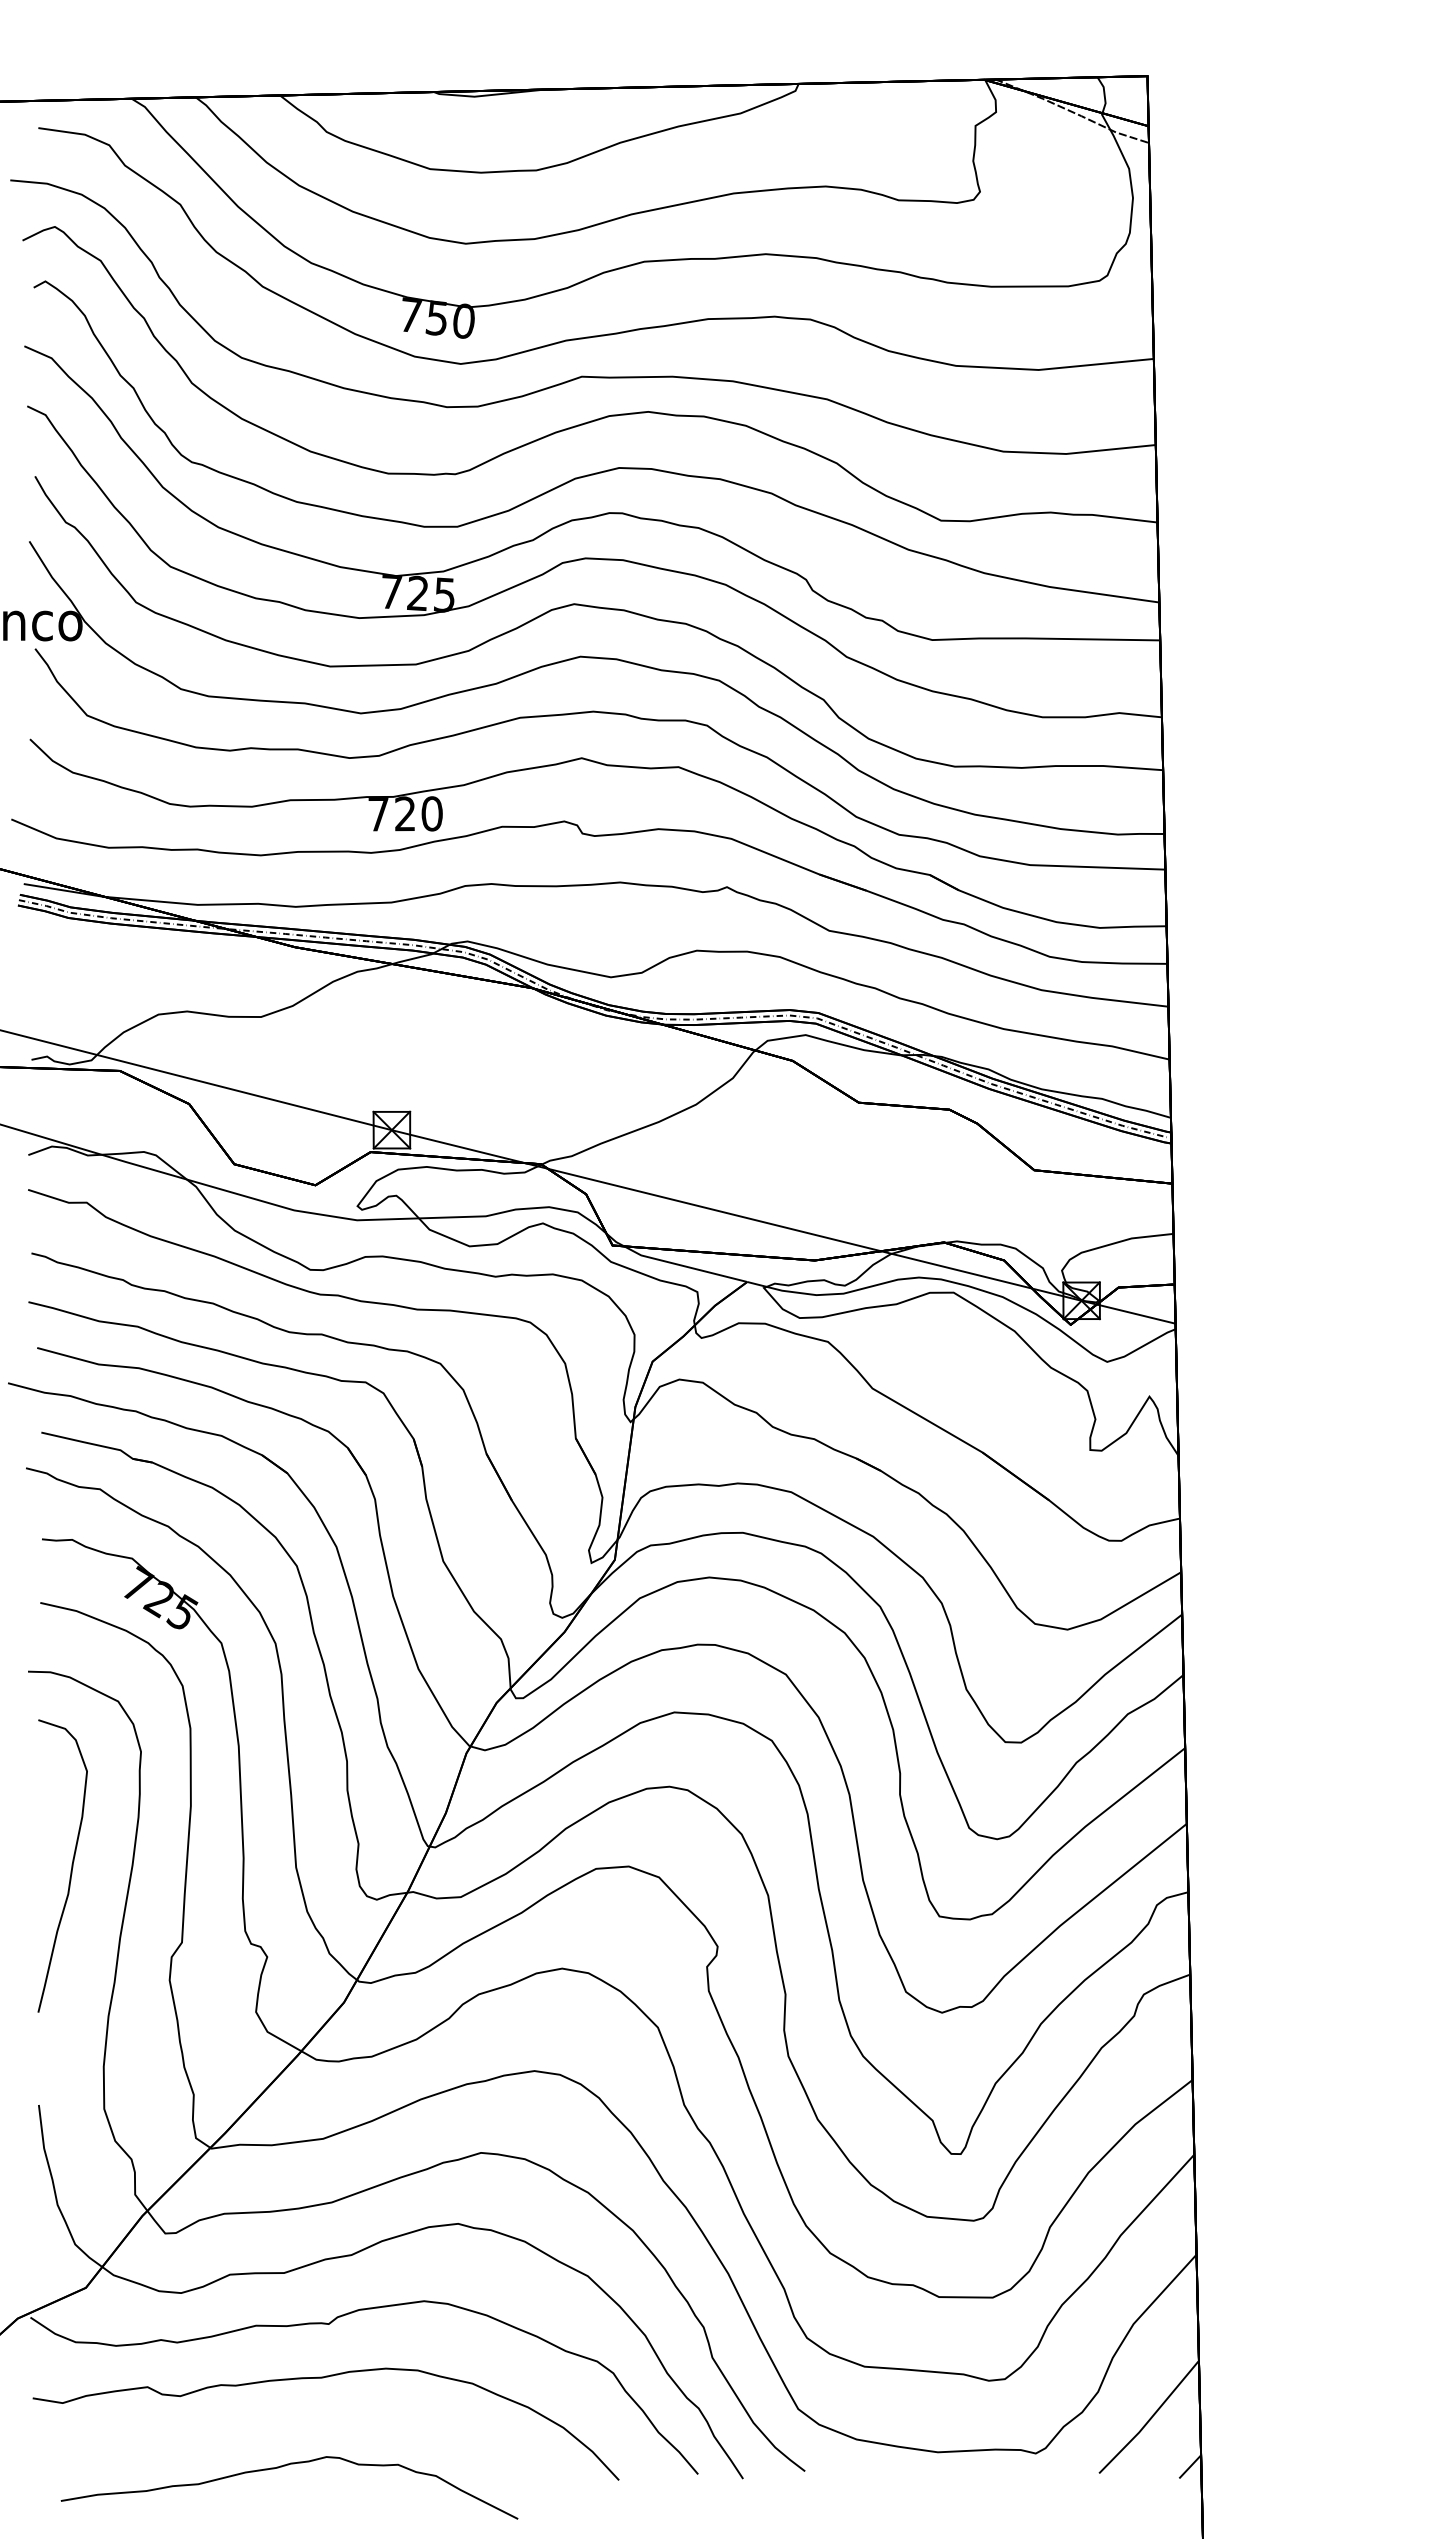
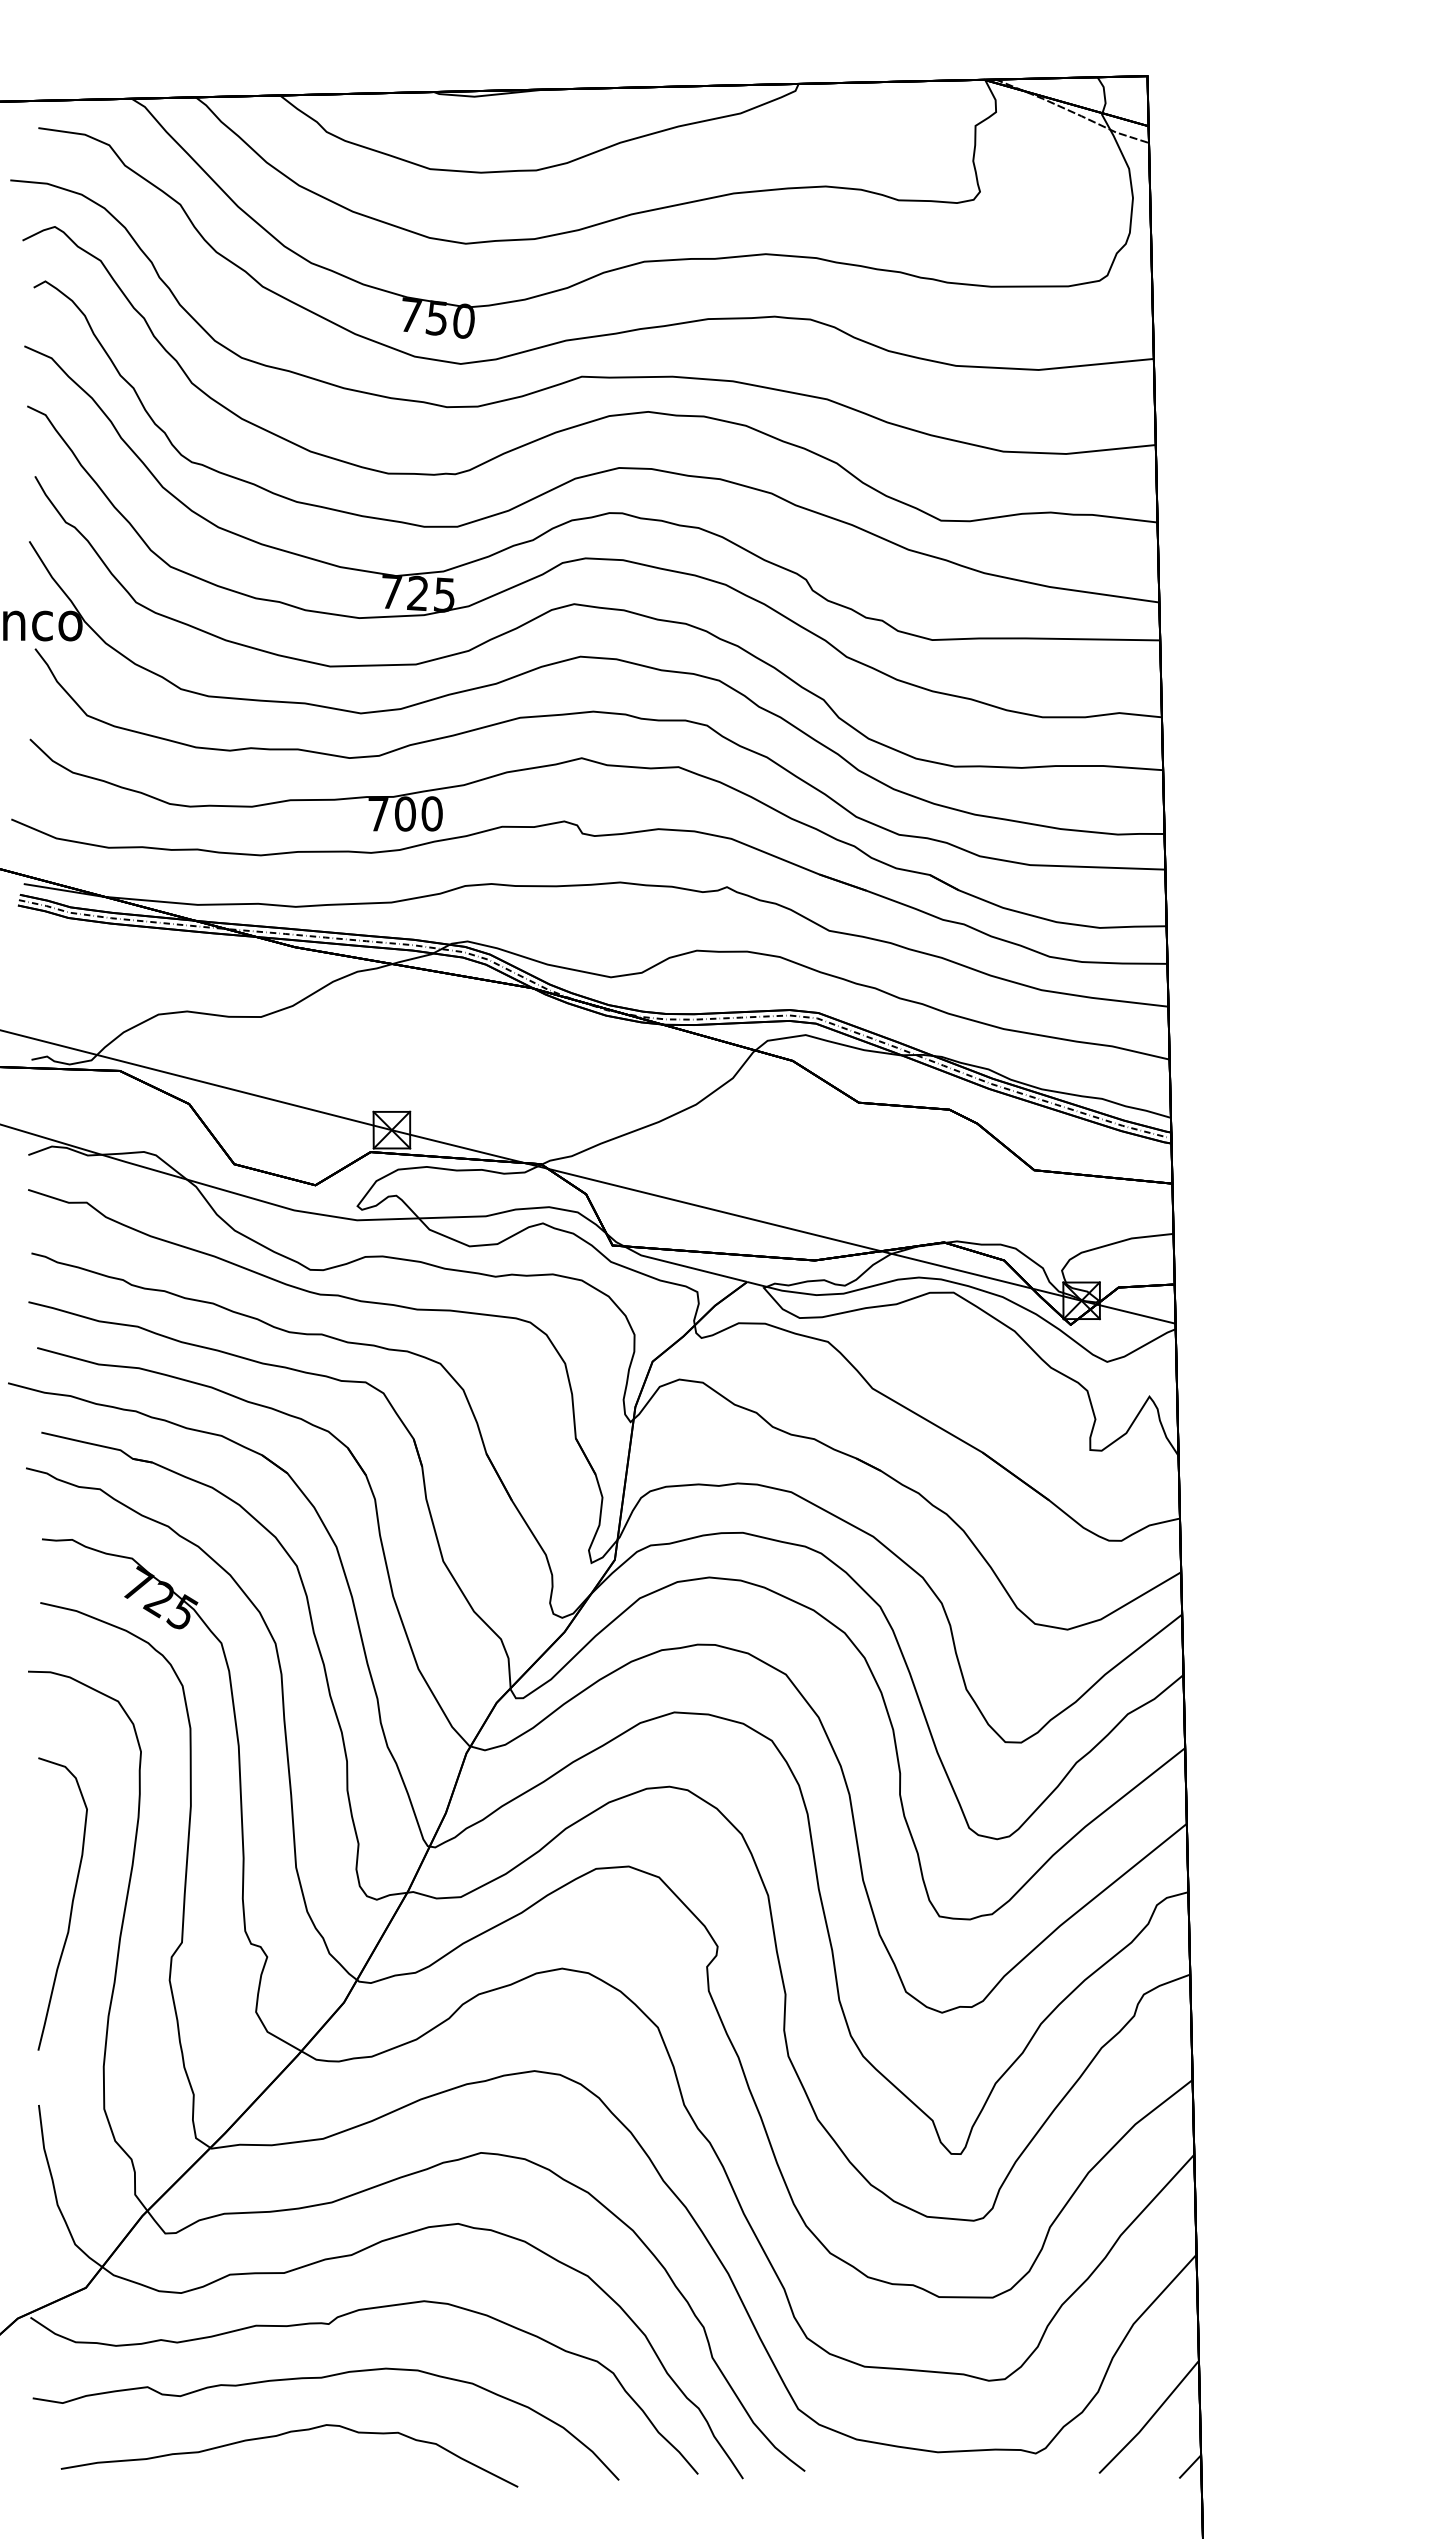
text at (404, 813): 720 -> 700
curve at (71, 1865) position: (71, 1865) -> (71, 1903)
curve at (282, 2467) position: (282, 2467) -> (282, 2435)
